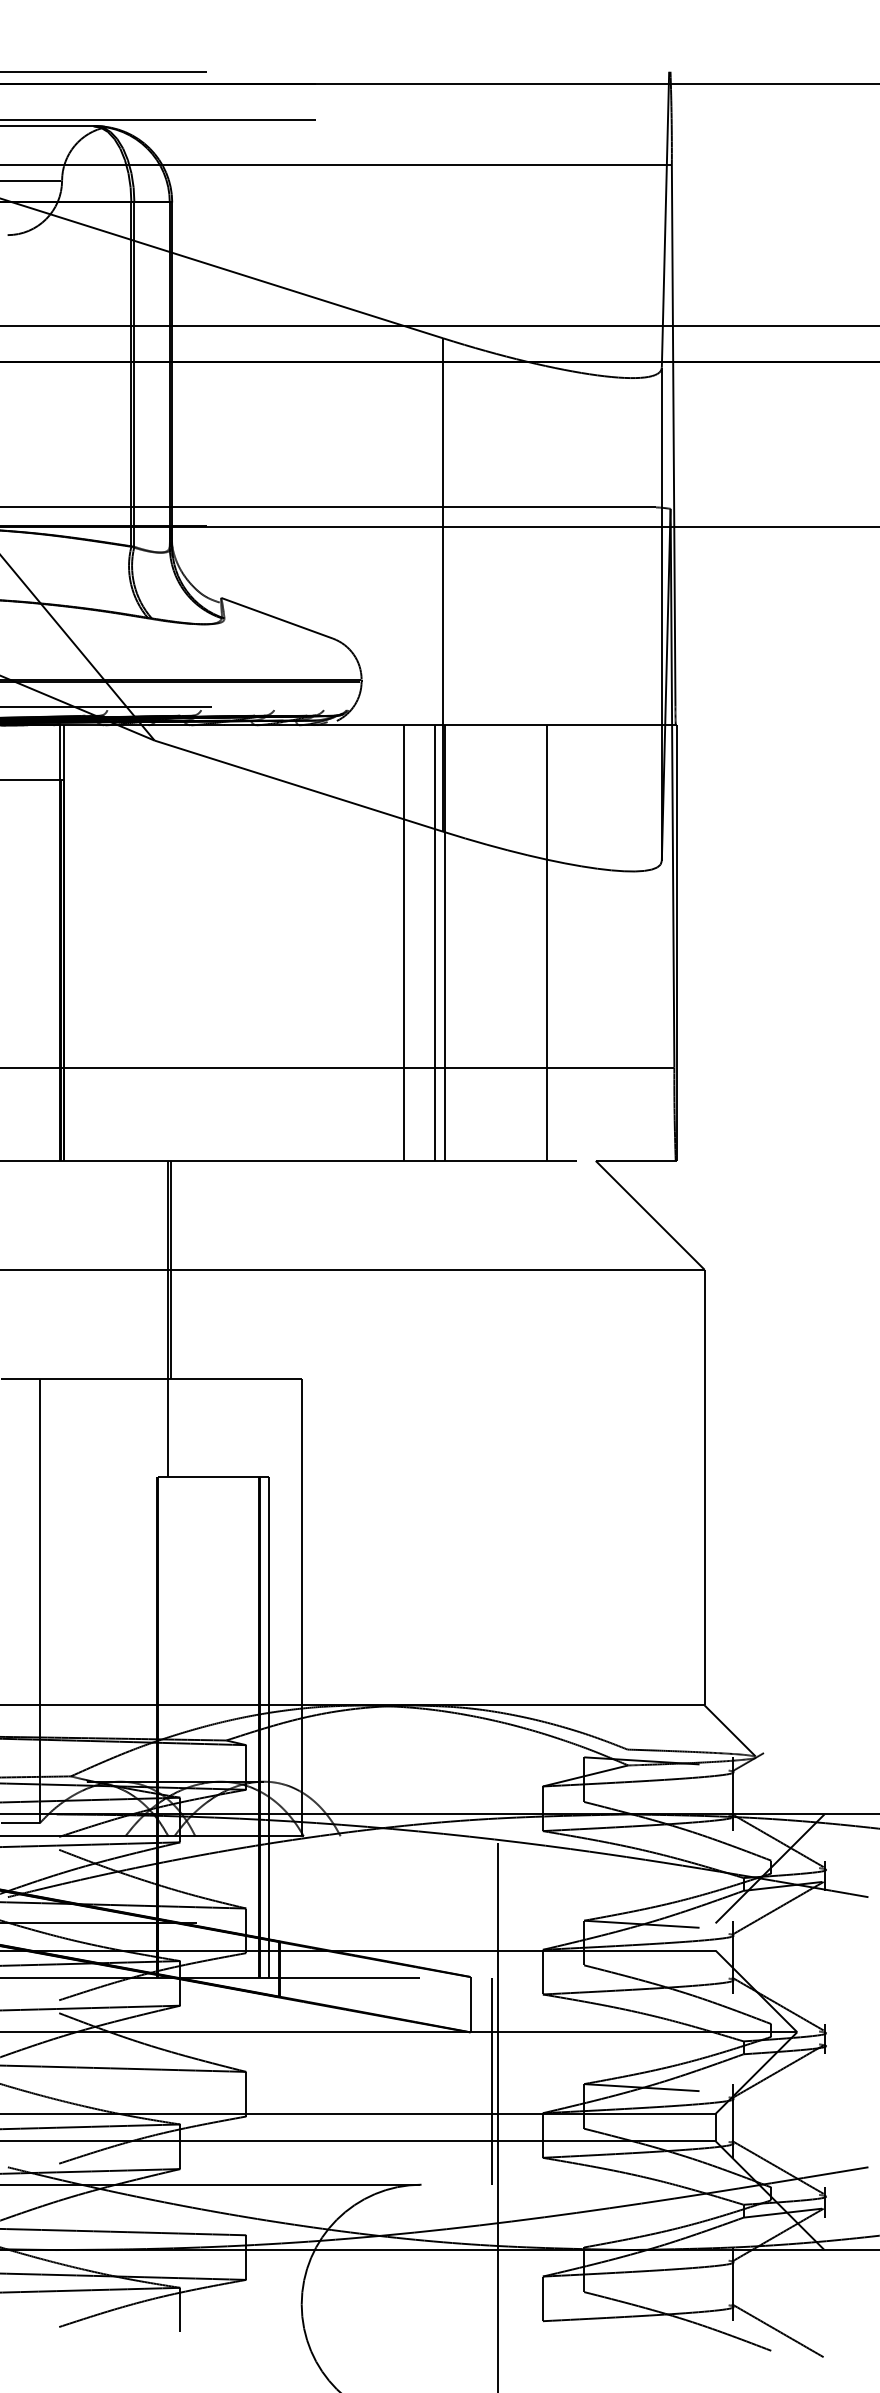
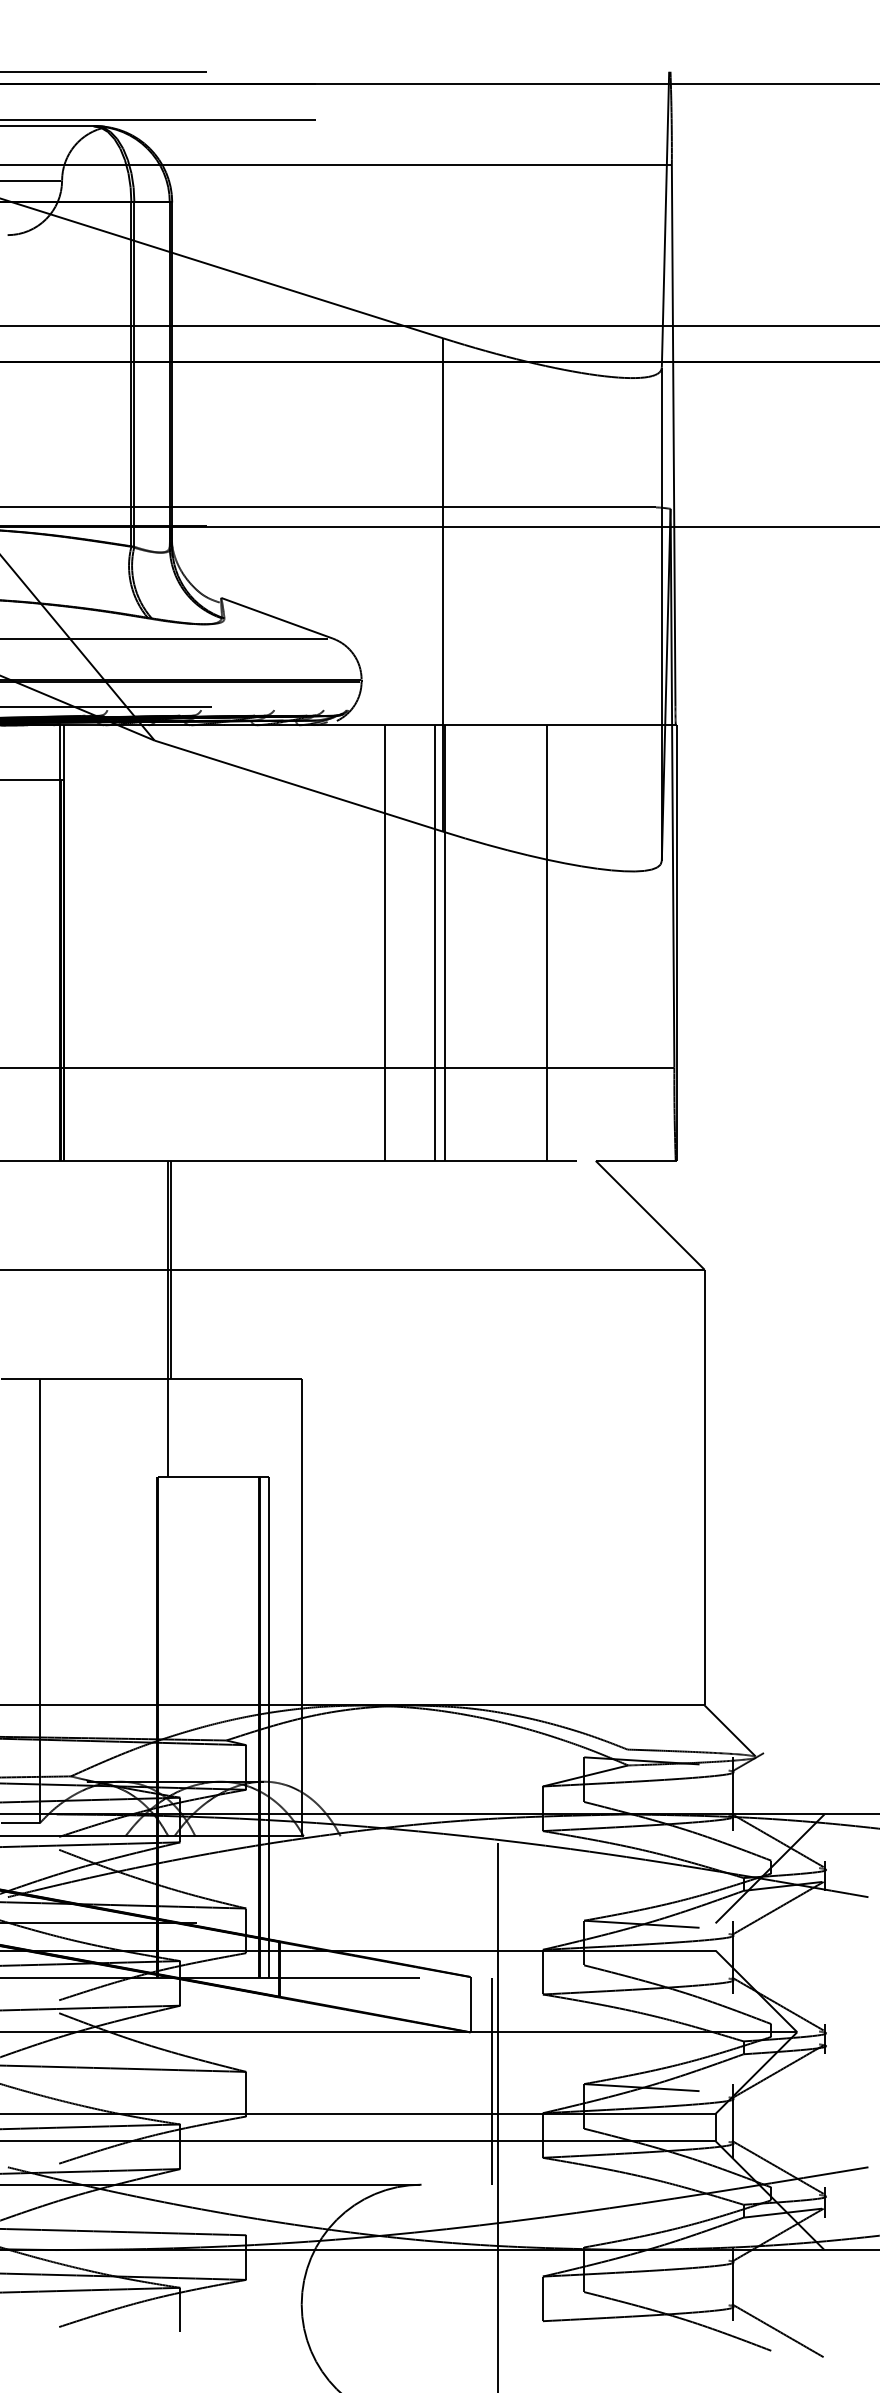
line at (165, 638): none -> present
line at (404, 942) position: (404, 942) -> (385, 942)
